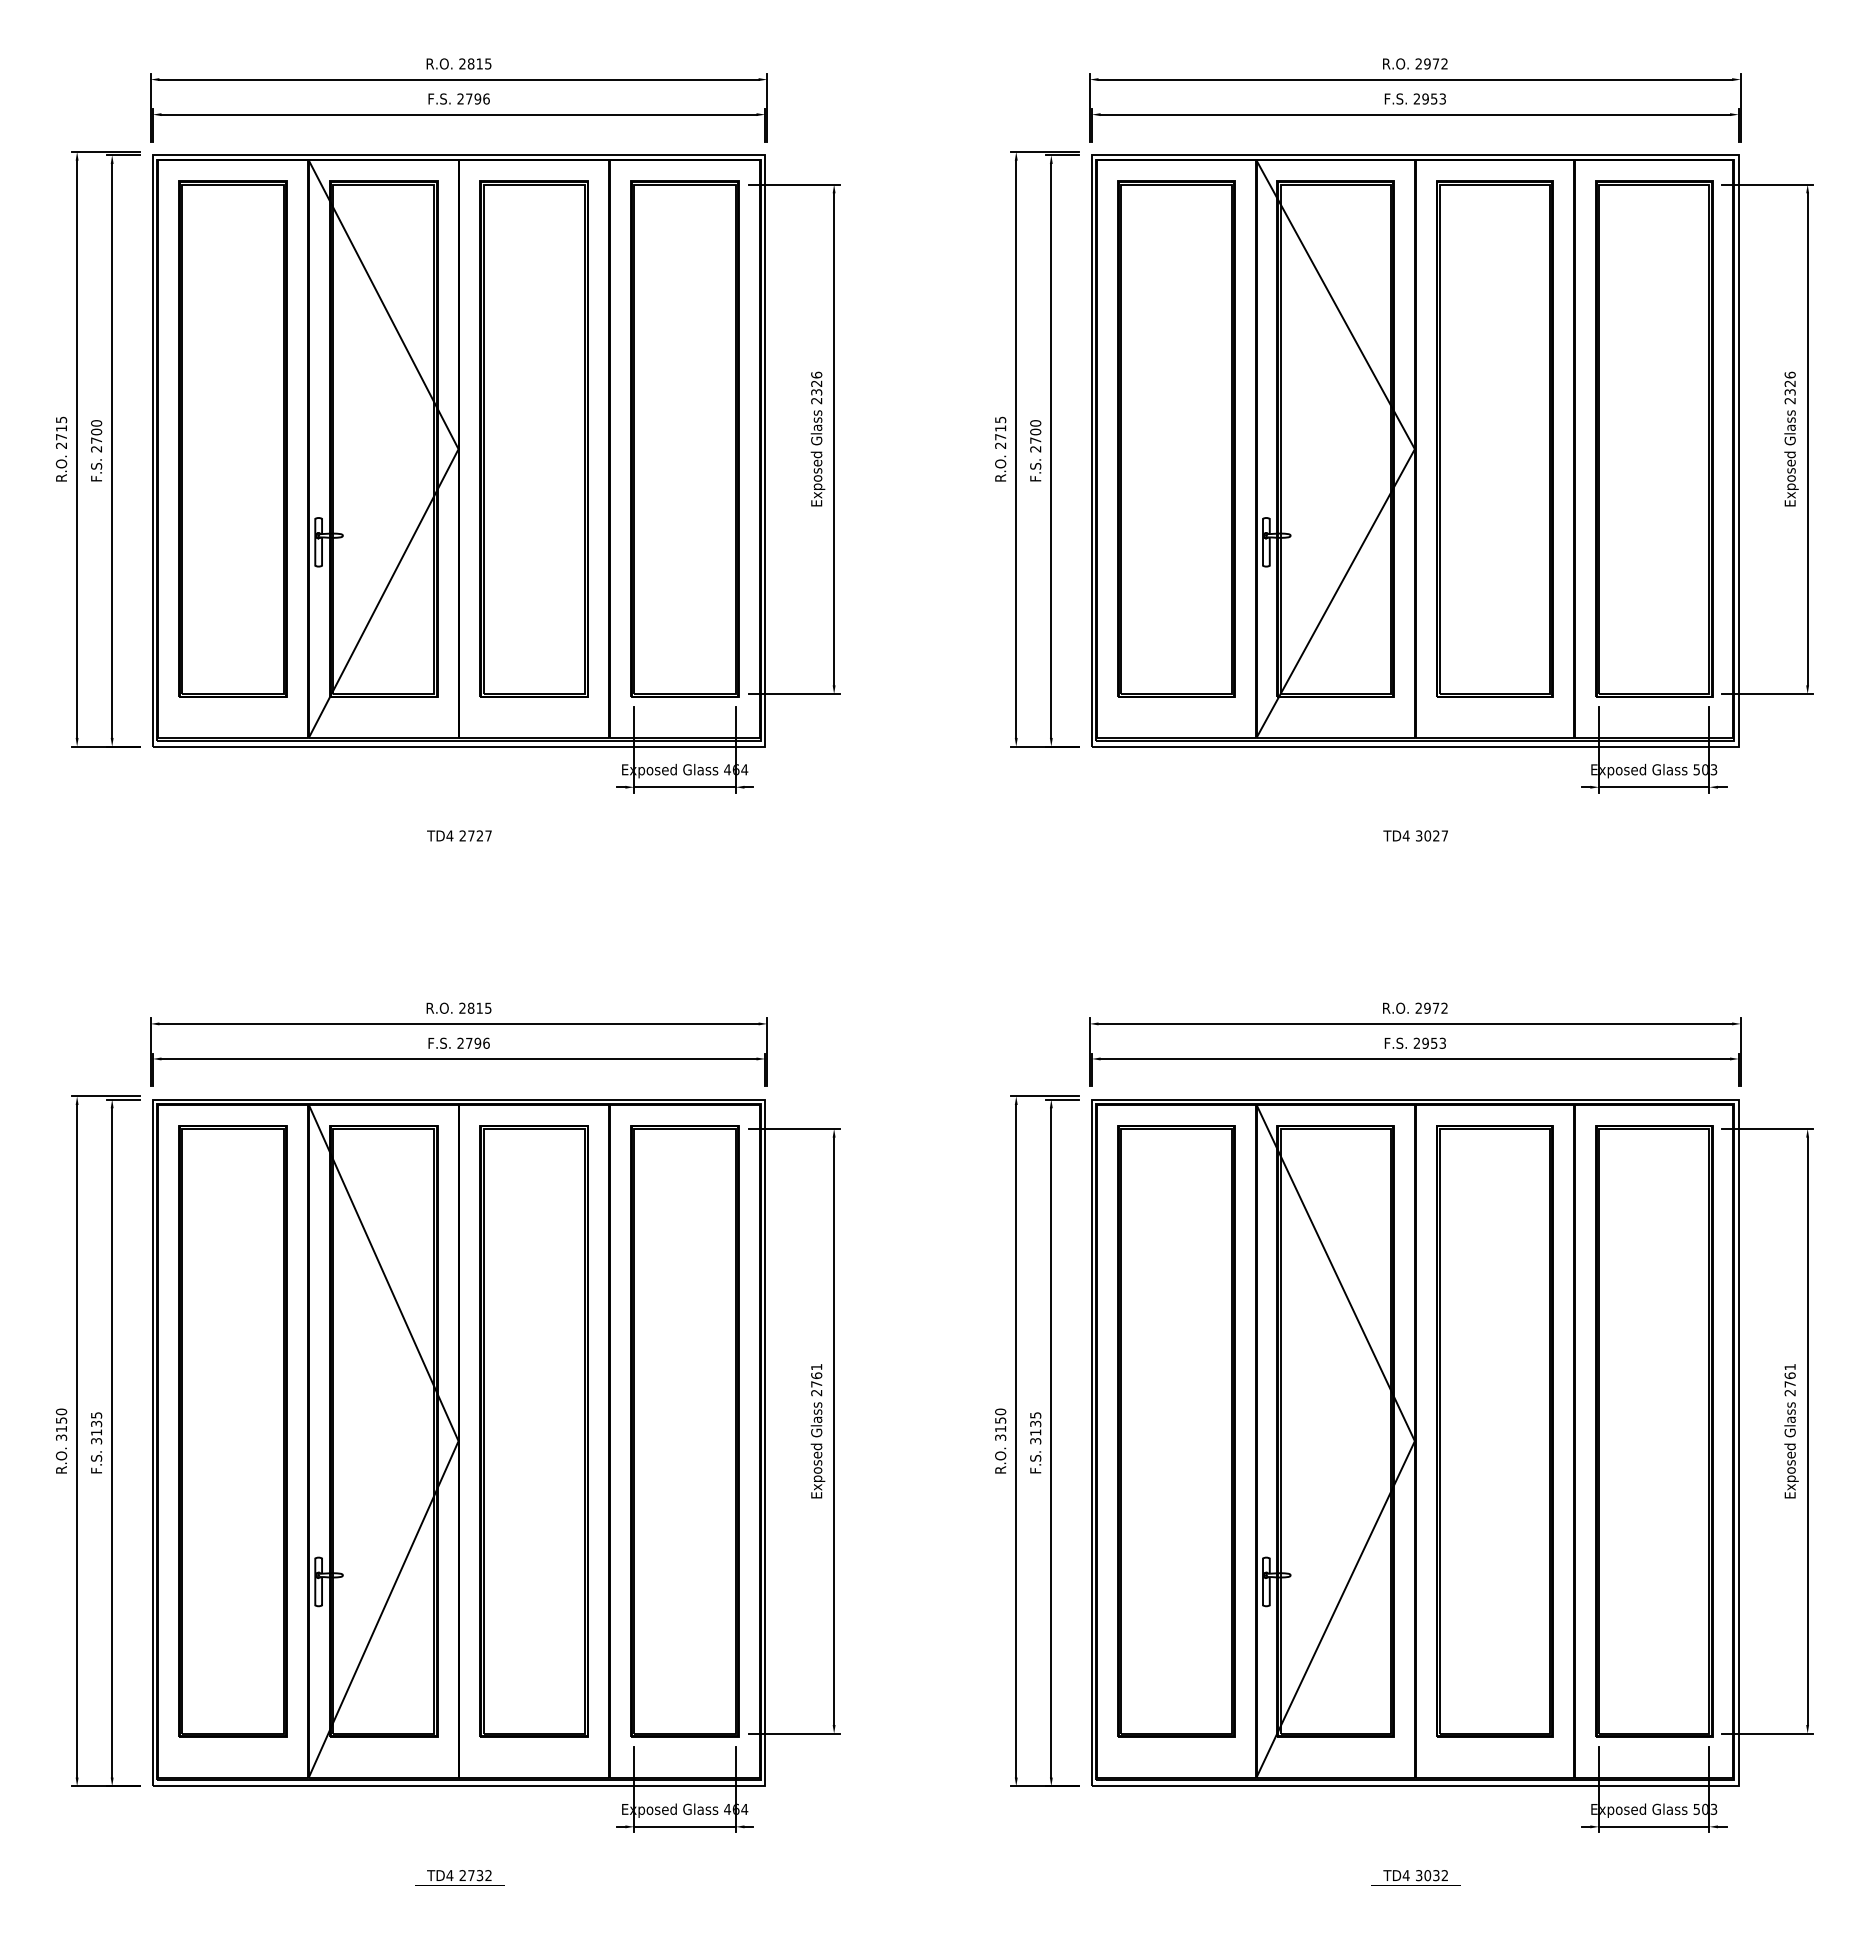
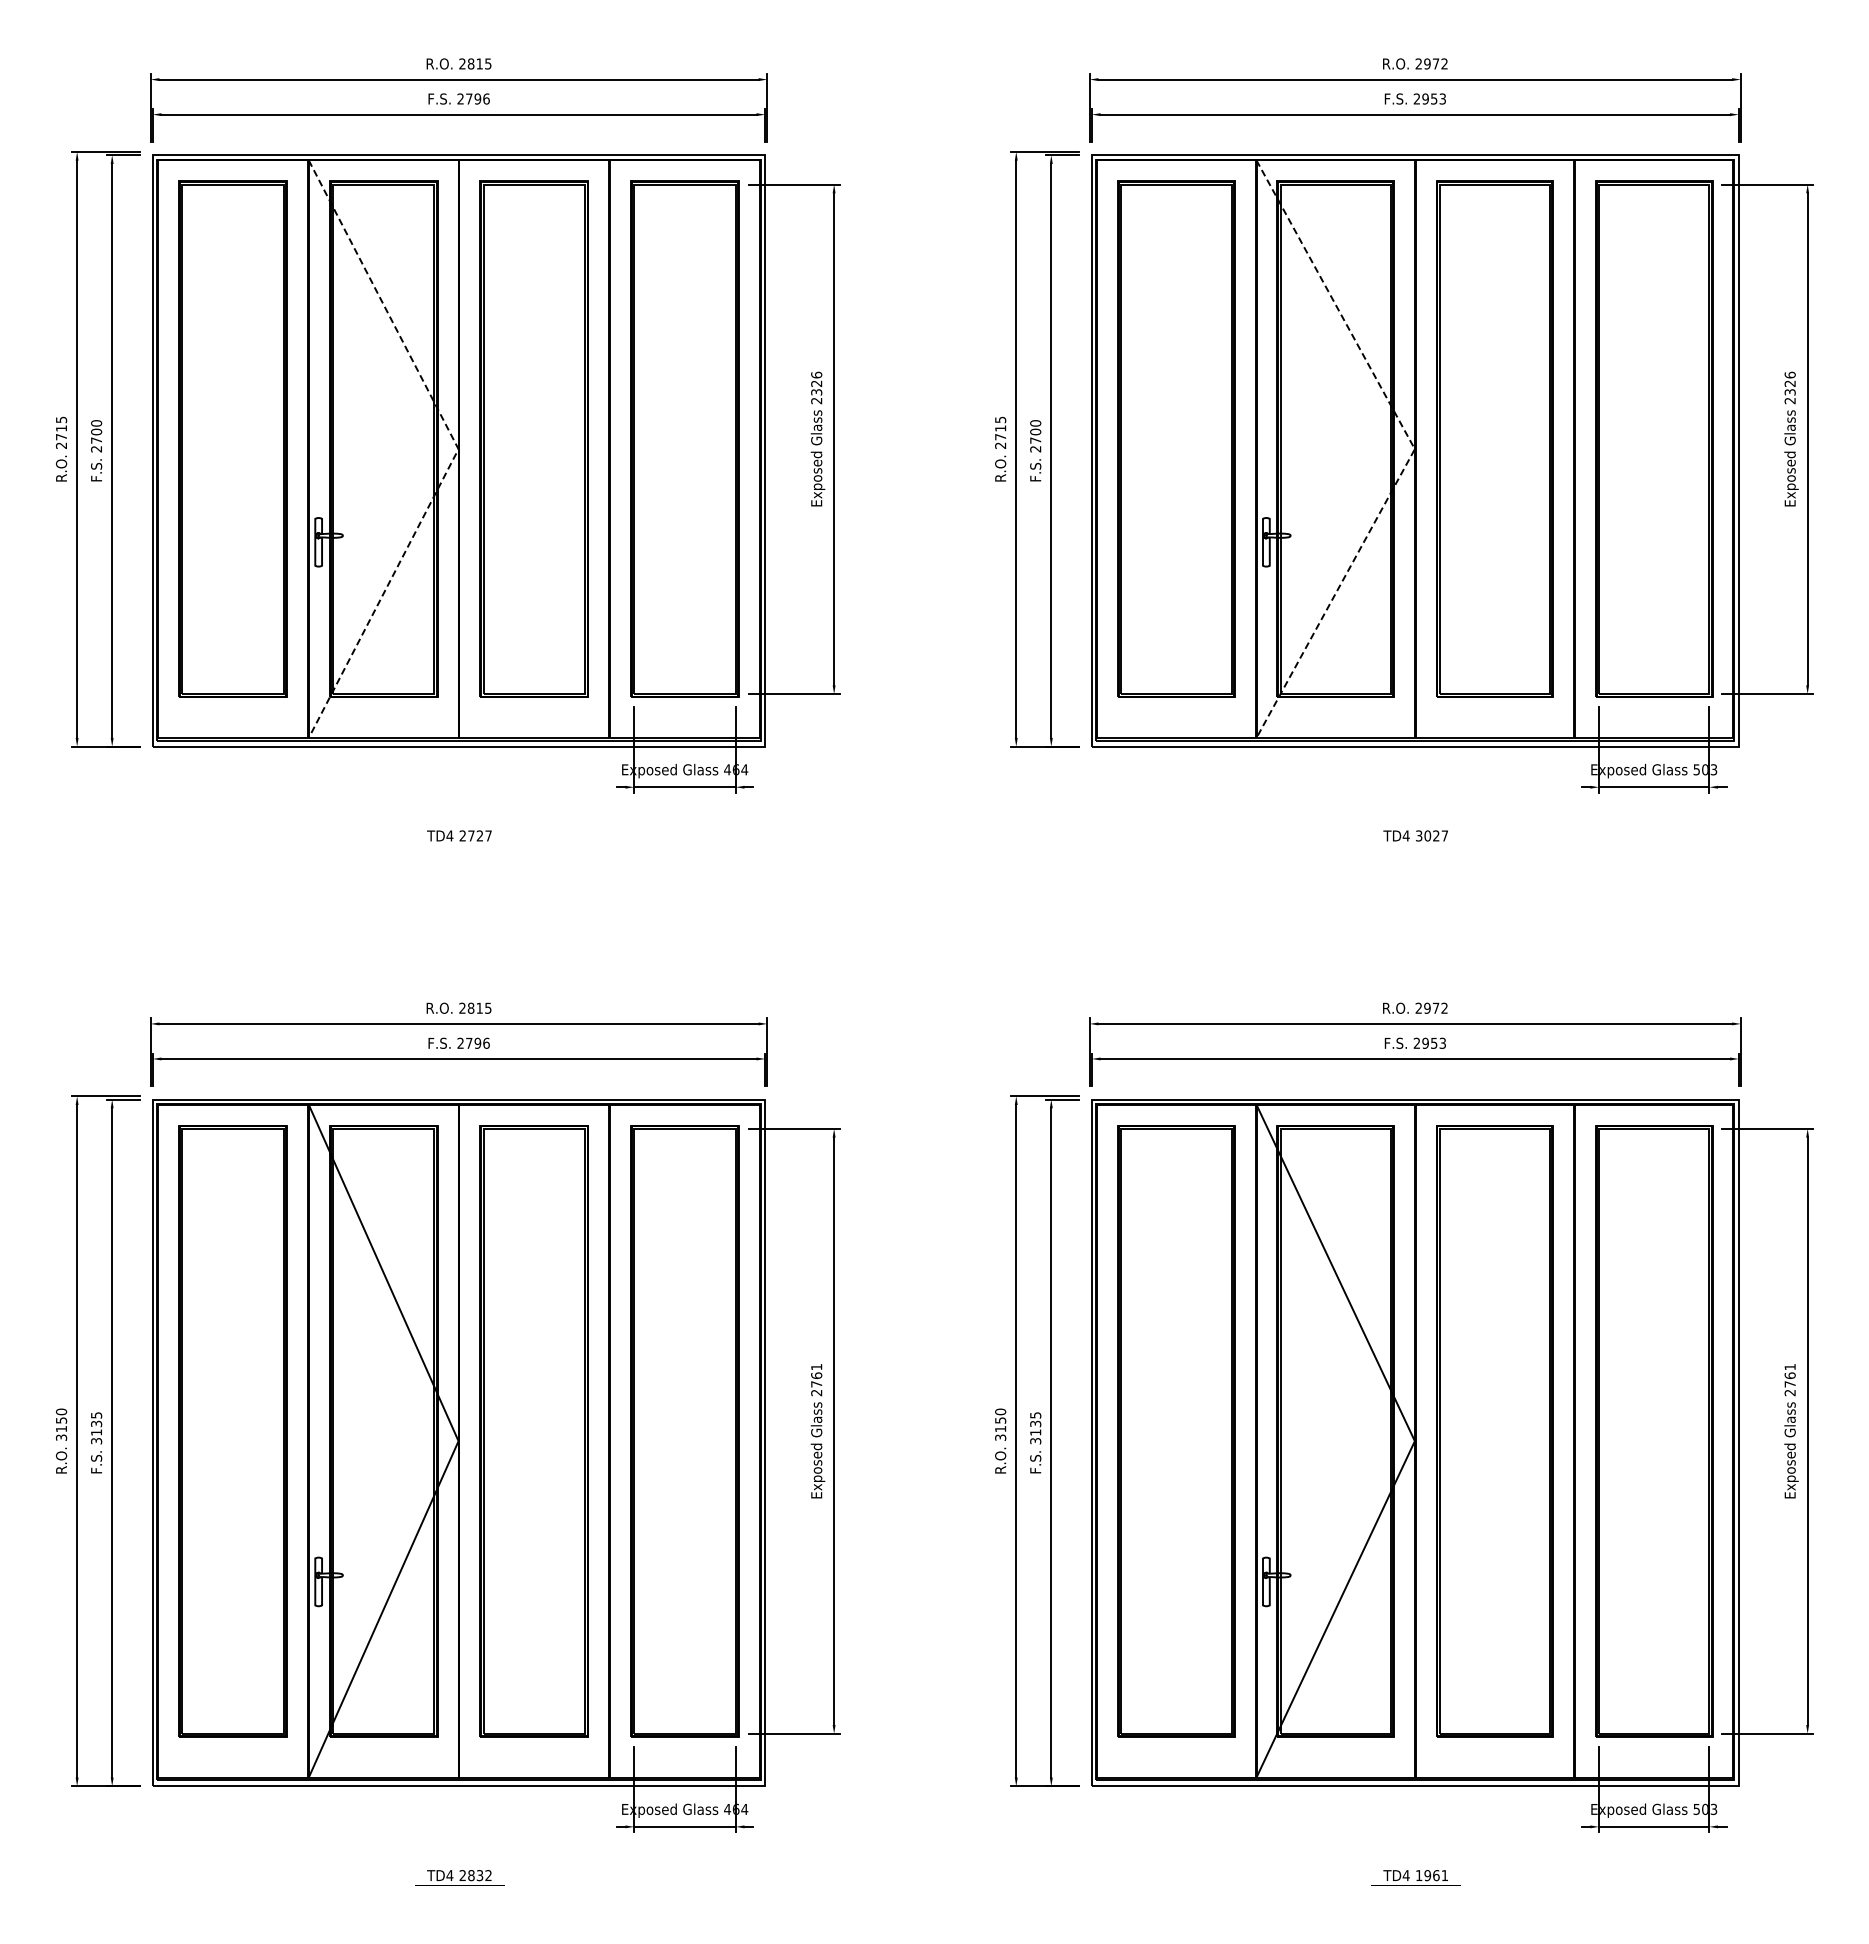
line at (458, 449): solid -> dashed
line at (1414, 449): solid -> dashed
text at (471, 1875): 2732 -> 2832
text at (1431, 1875): 3032 -> 1961
